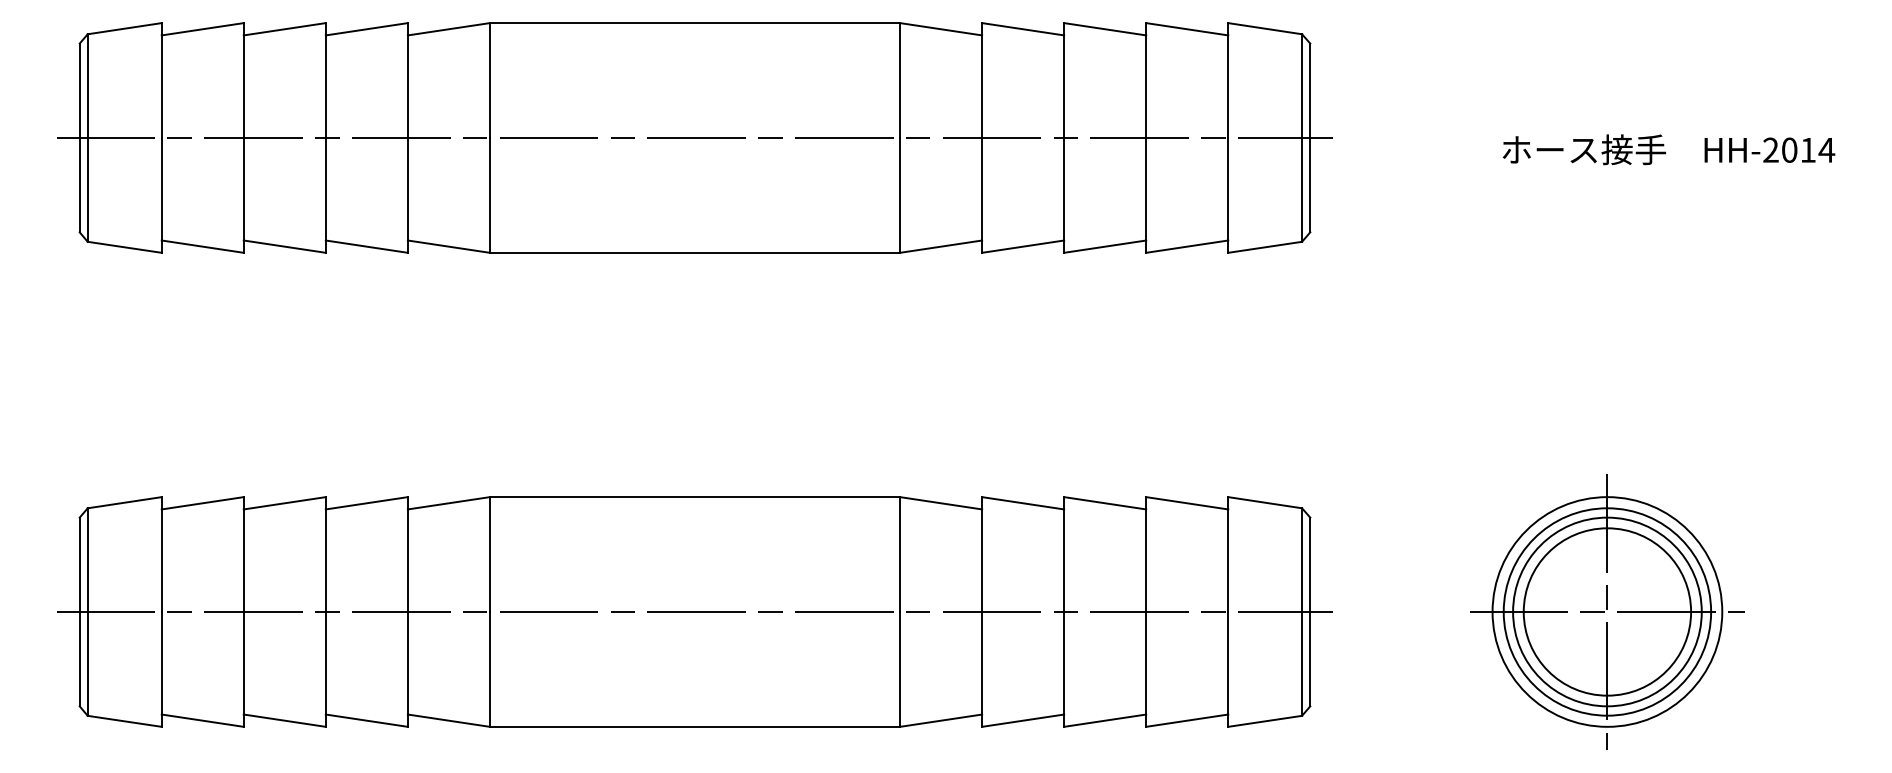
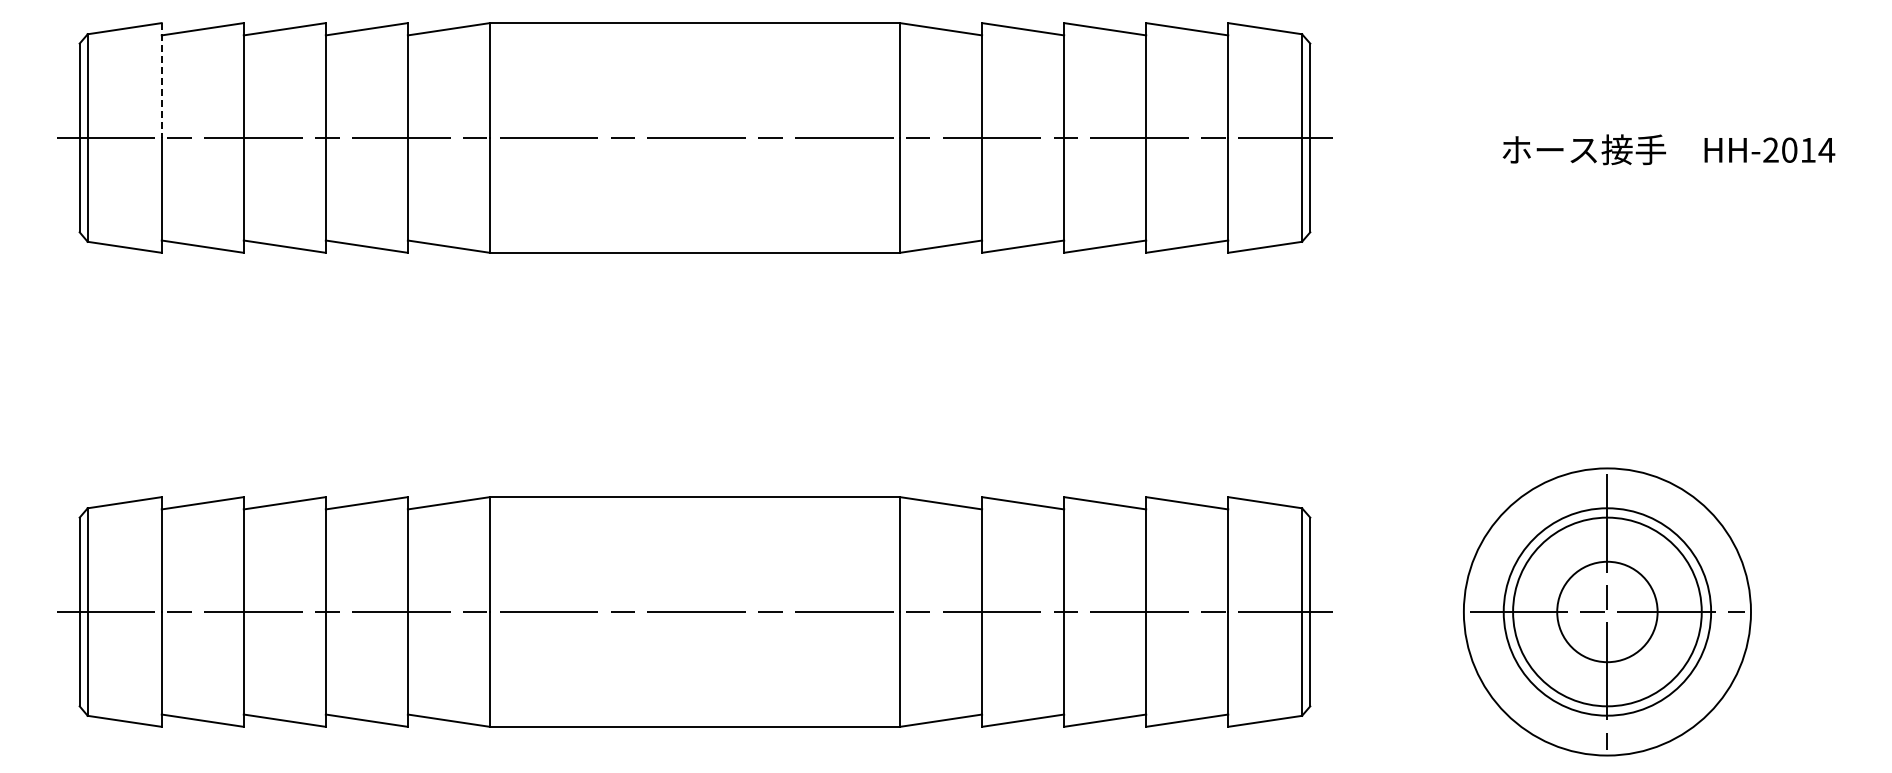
line at (161, 81): solid -> dashed
circle at (1607, 611) diameter: 167 px -> 100 px
circle at (1607, 611) diameter: 230 px -> 287 px
